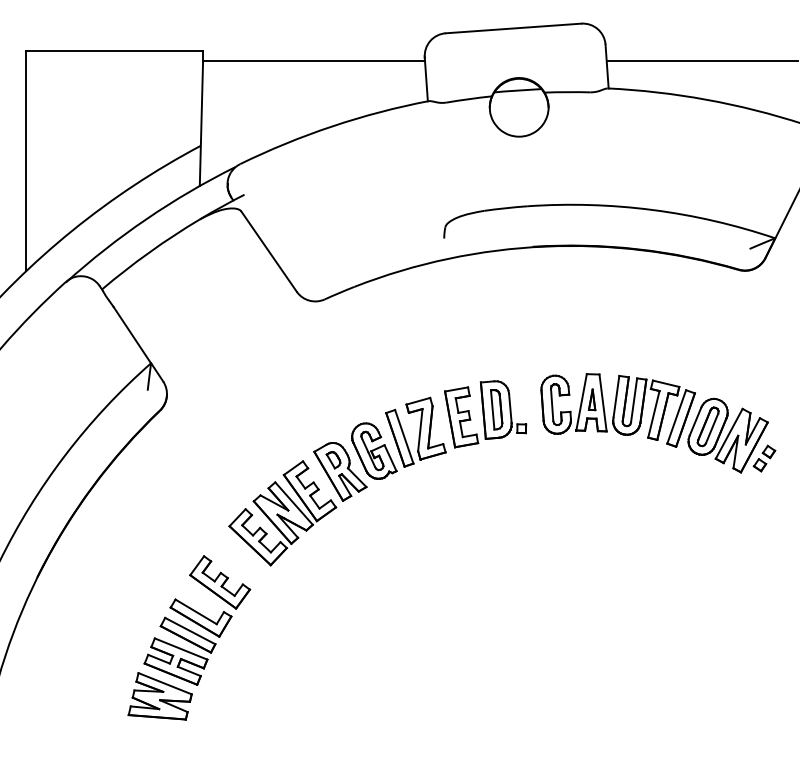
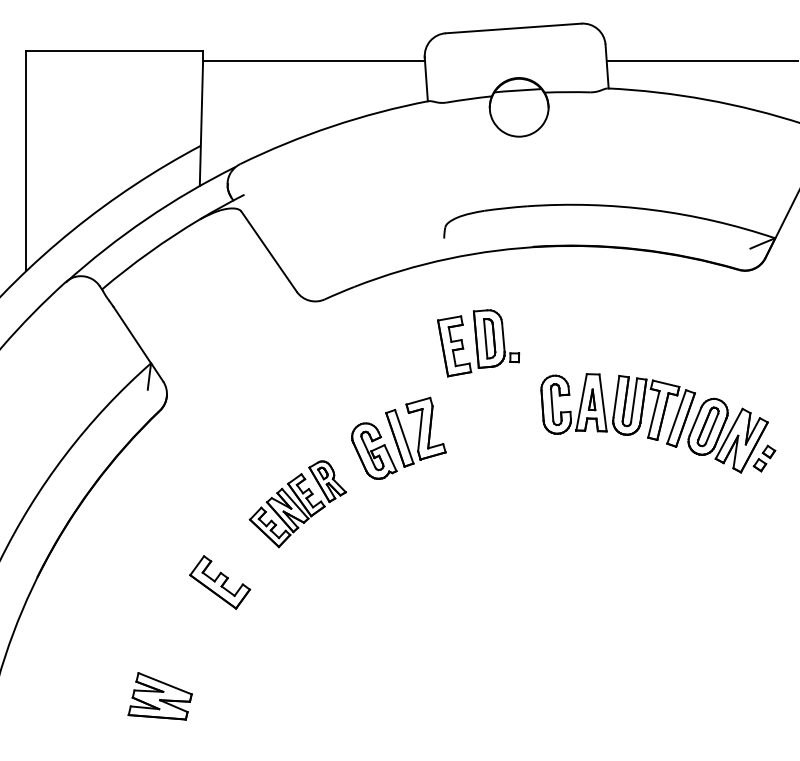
part at (485, 414) position: (485, 414) -> (478, 343)
part at (297, 504) size: 140x125 px -> 100x89 px
part at (187, 641): present -> none
